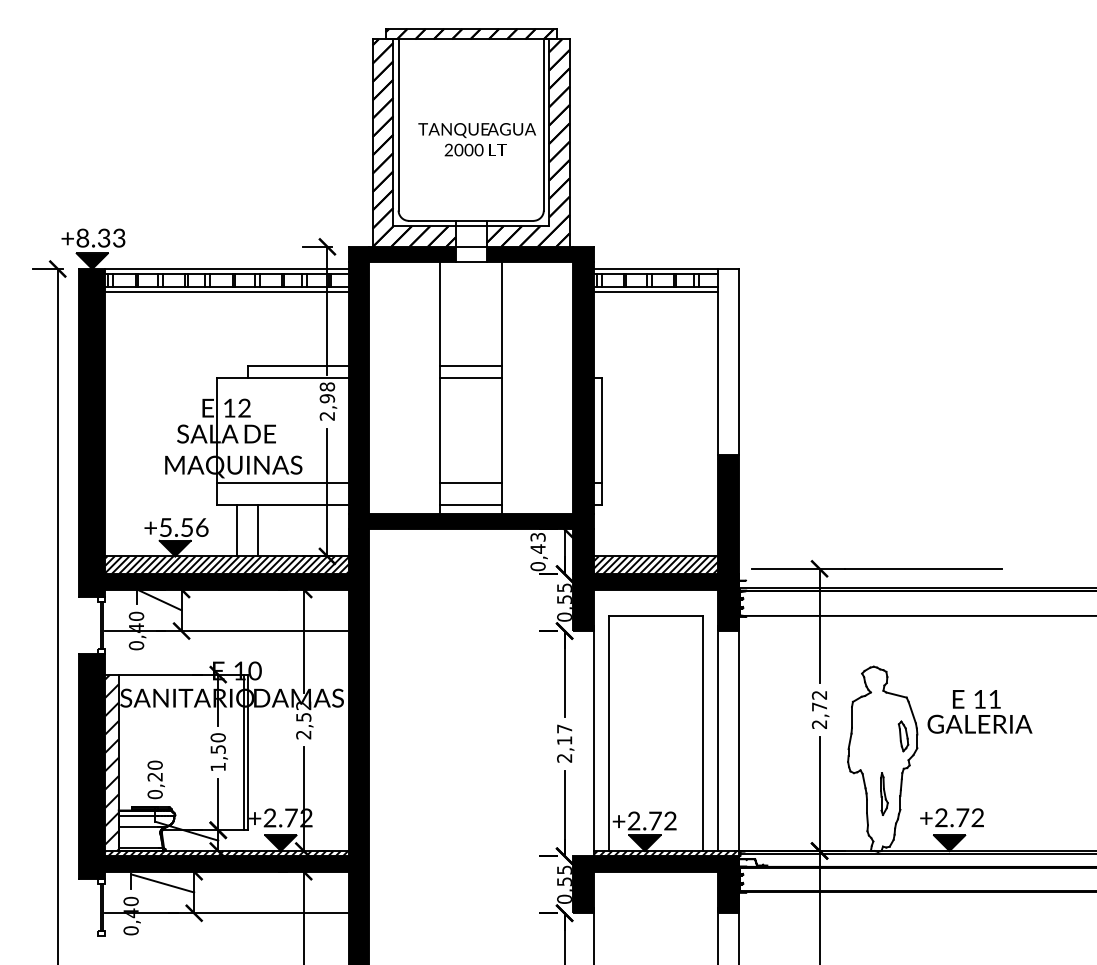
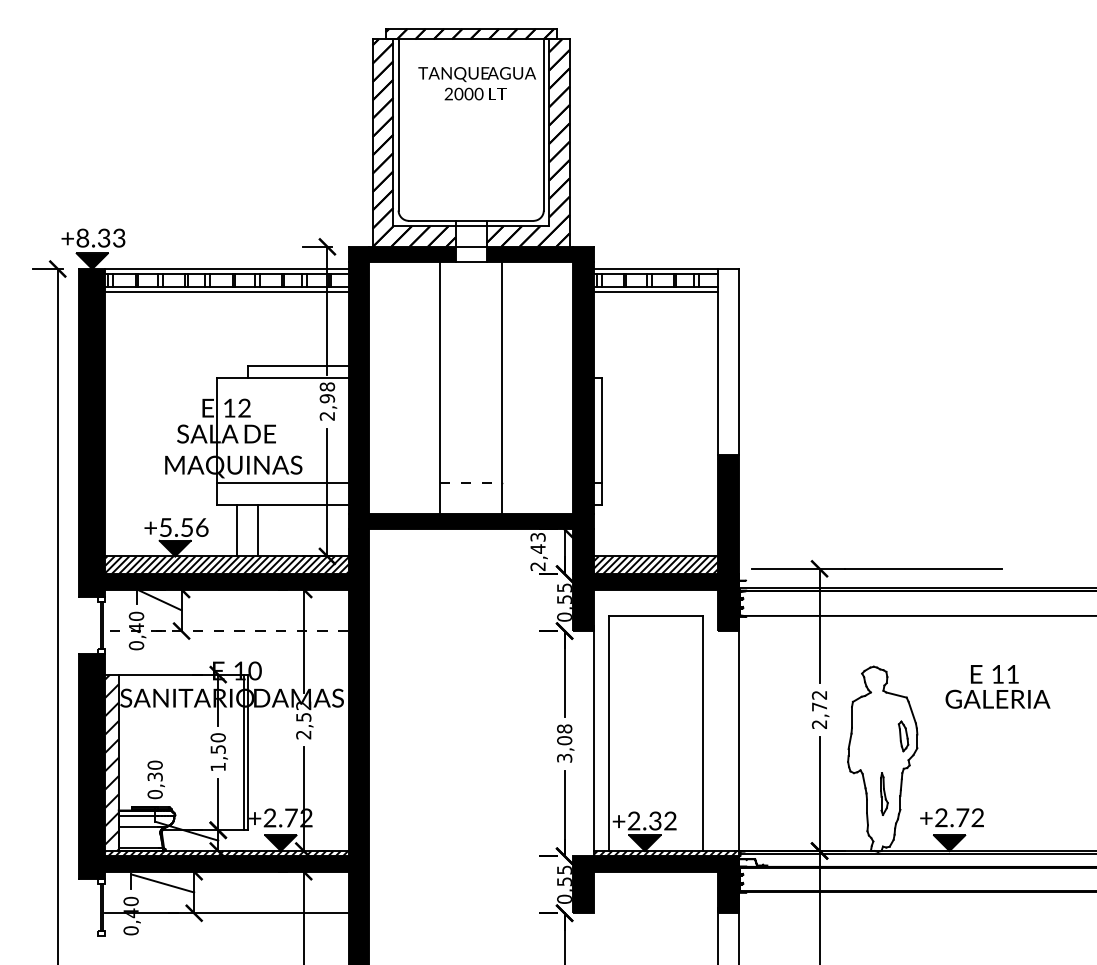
text at (476, 139) position: (476, 139) -> (476, 83)
line at (471, 366): present -> none
line at (471, 378): present -> none
line at (471, 483): solid -> dashed
line at (471, 504): present -> none
text at (537, 566): 0,43 -> 2,43
line at (226, 631): solid -> dashed
text at (979, 711) position: (979, 711) -> (997, 686)
line at (718, 737): present -> none
text at (564, 743): 2,17 -> 3,08
text at (155, 776): 0,20 -> 0,30
text at (655, 820): +2.72 -> +2.32
line at (593, 934): present -> none
